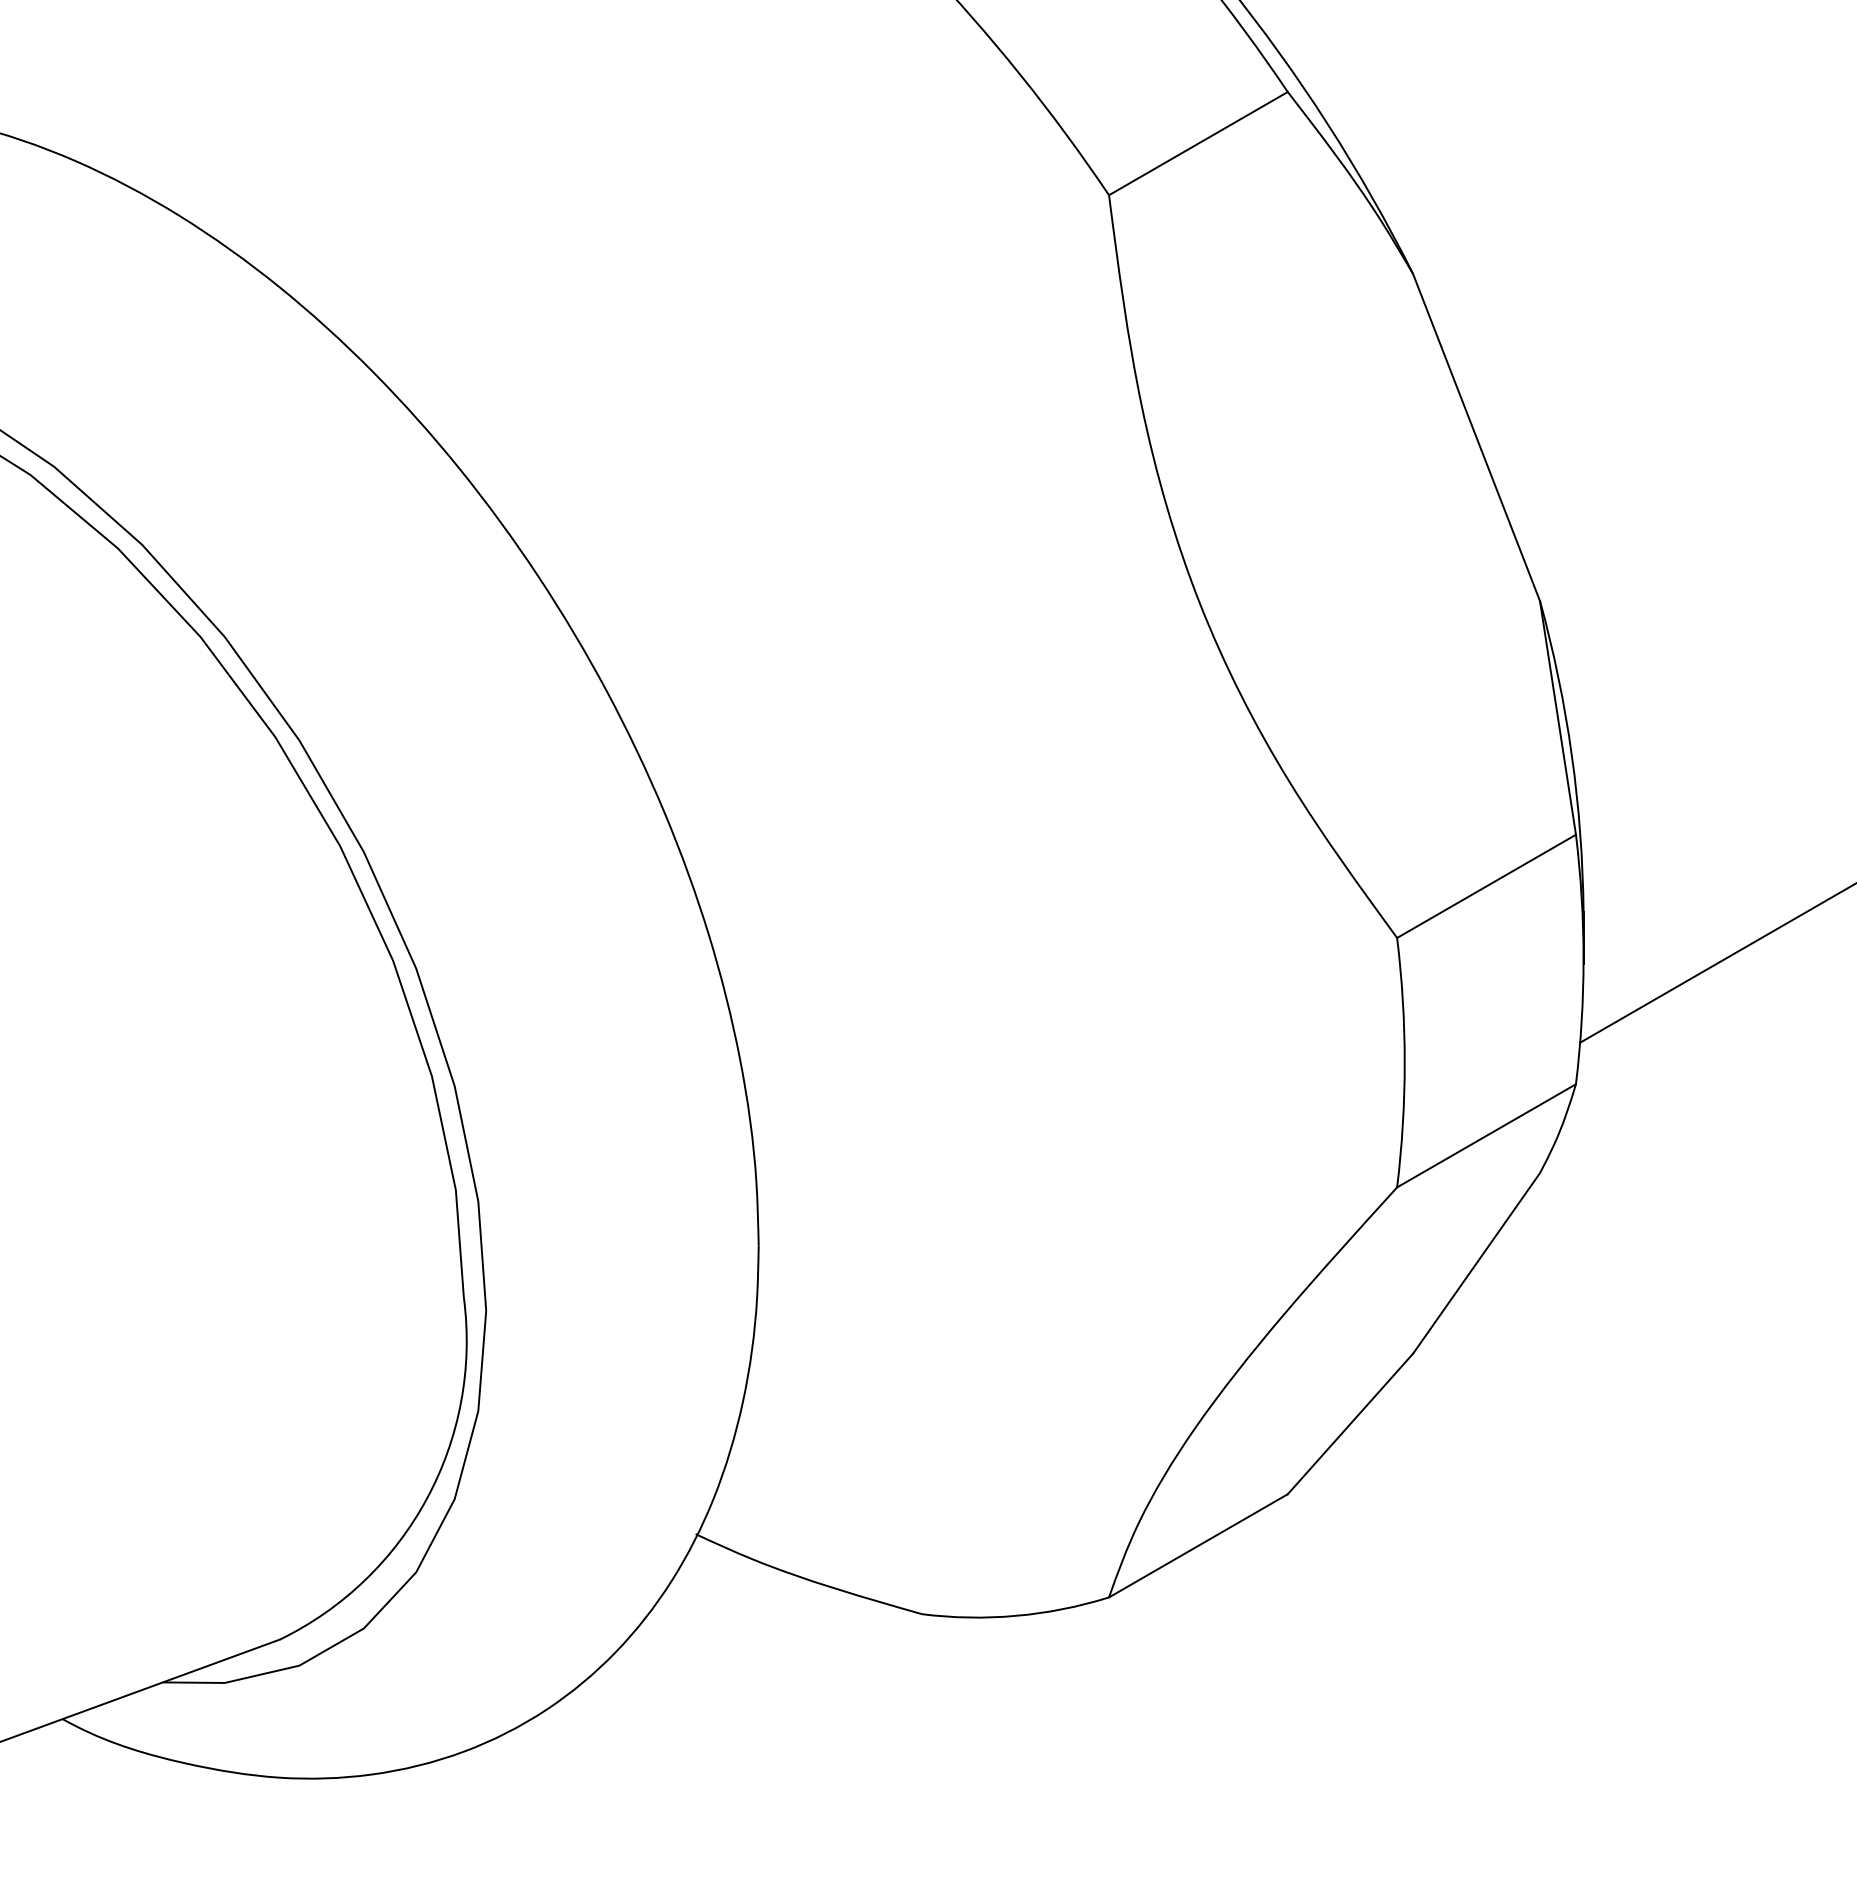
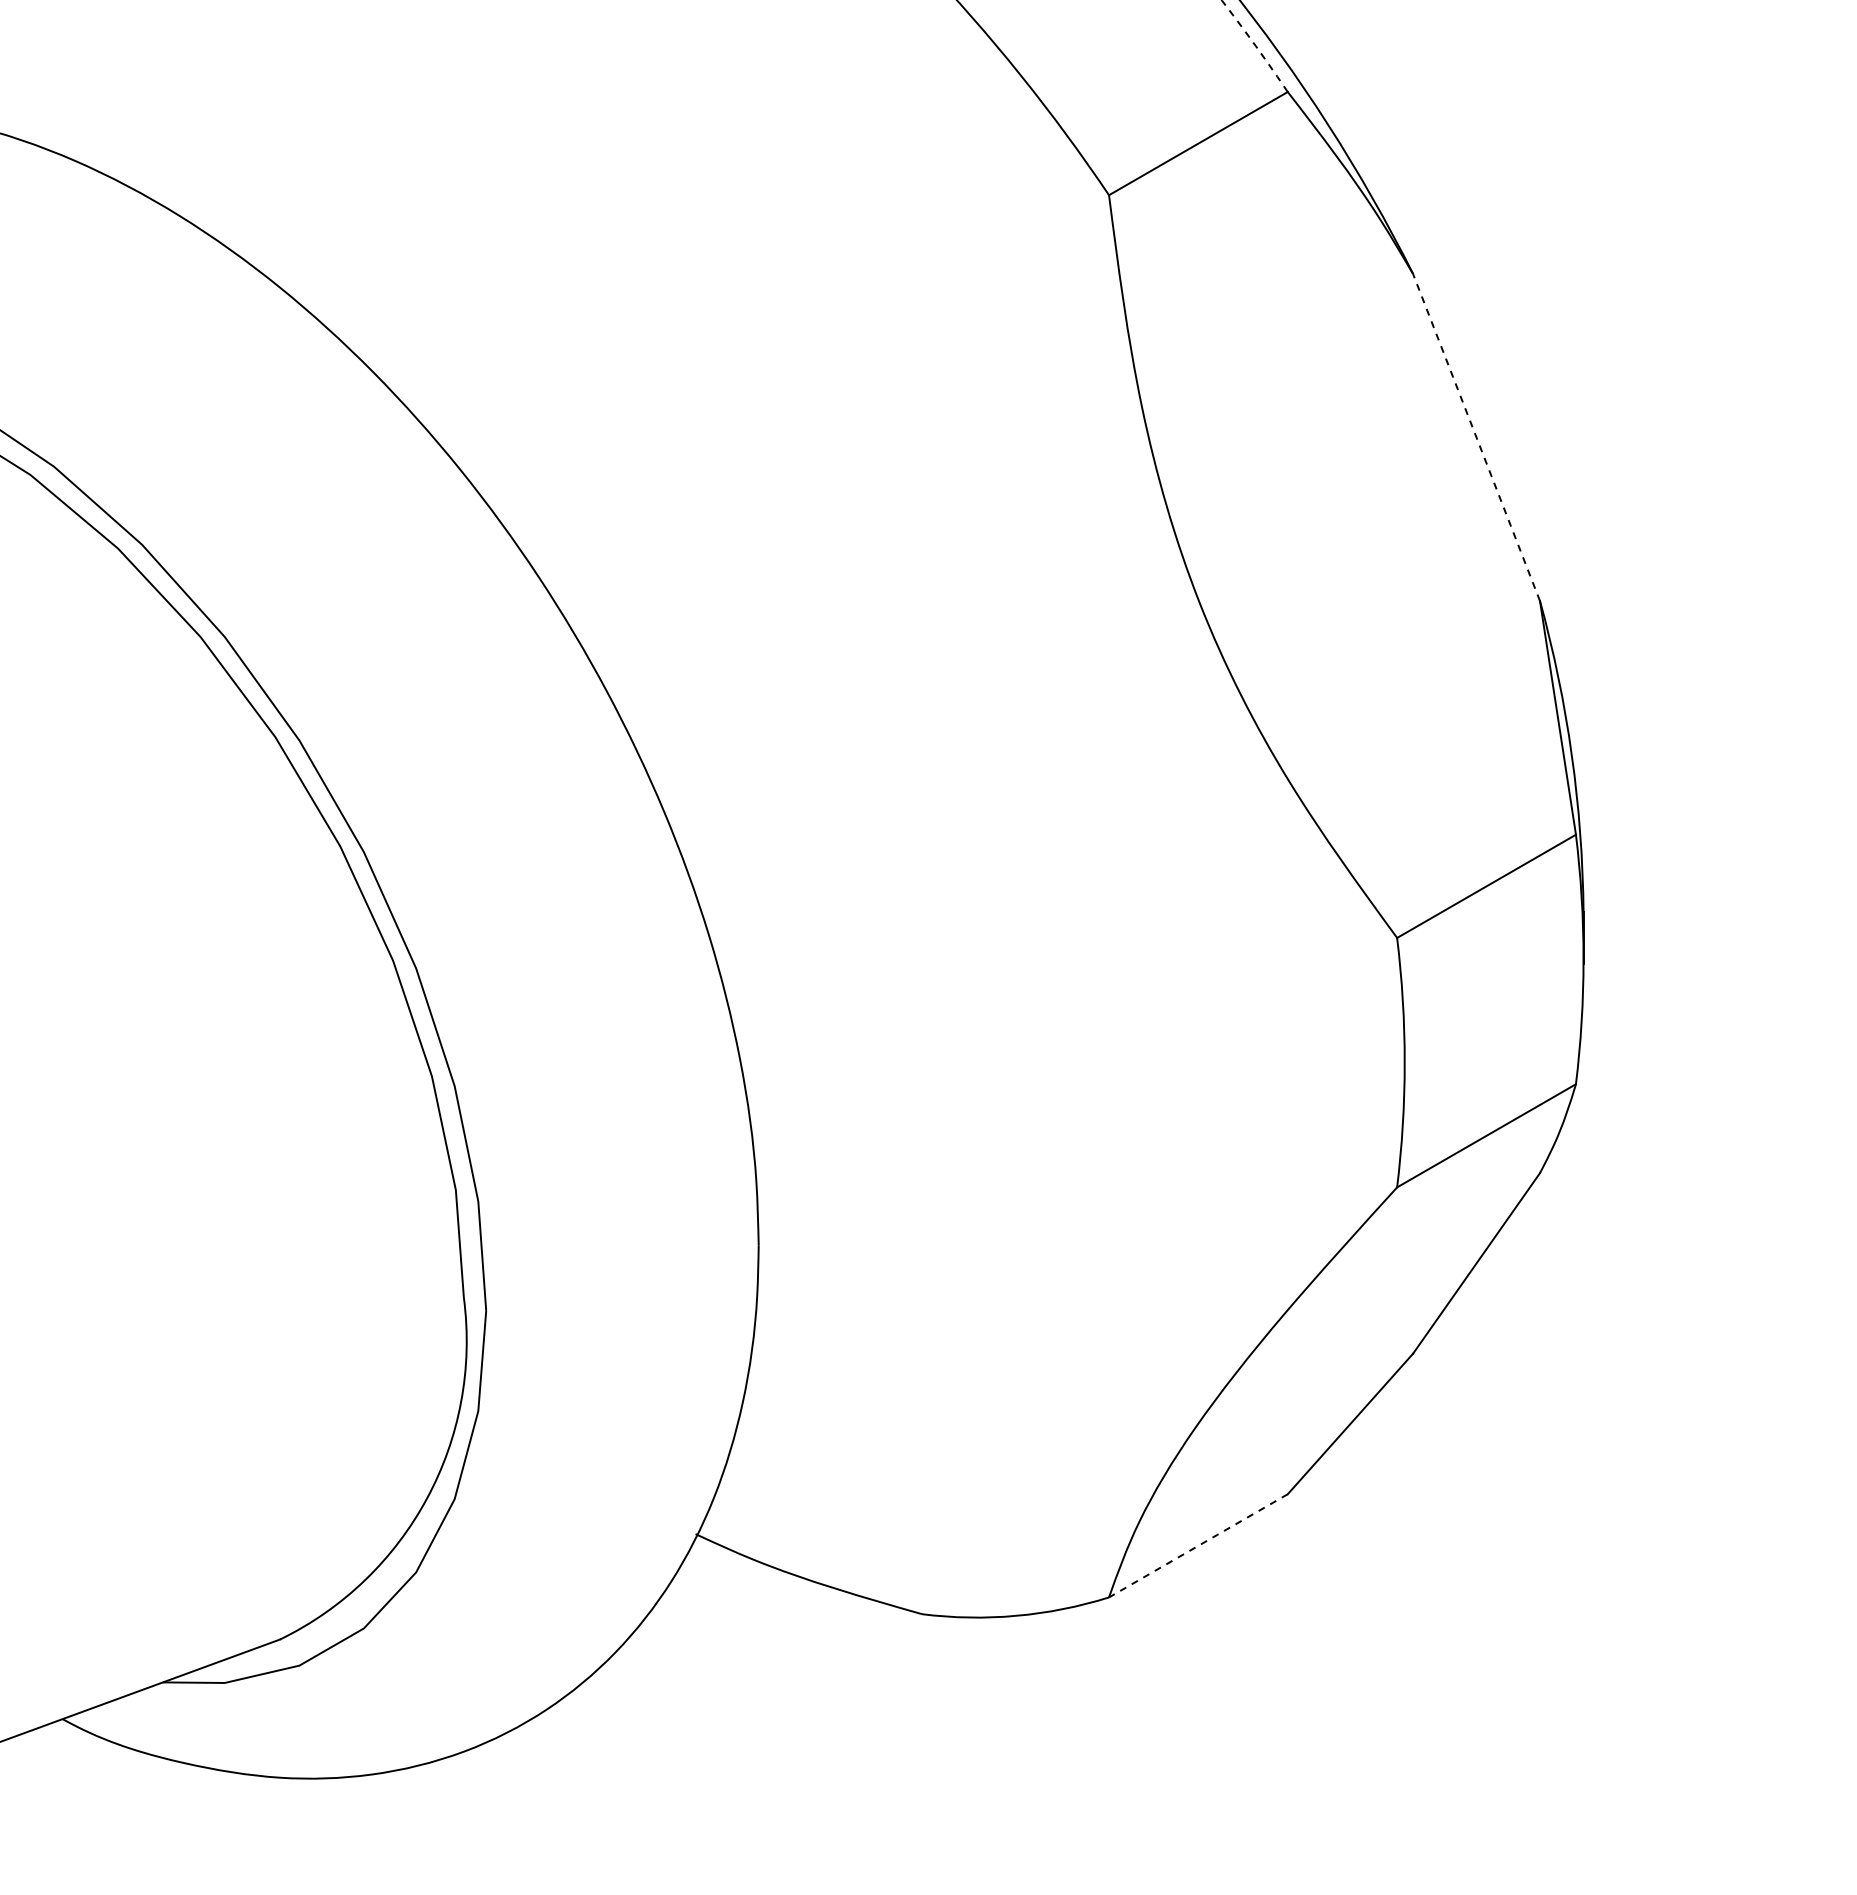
arc at (1255, 45): solid -> dashed
line at (1476, 437): solid -> dashed
line at (1716, 963): present -> none
line at (1197, 1546): solid -> dashed
